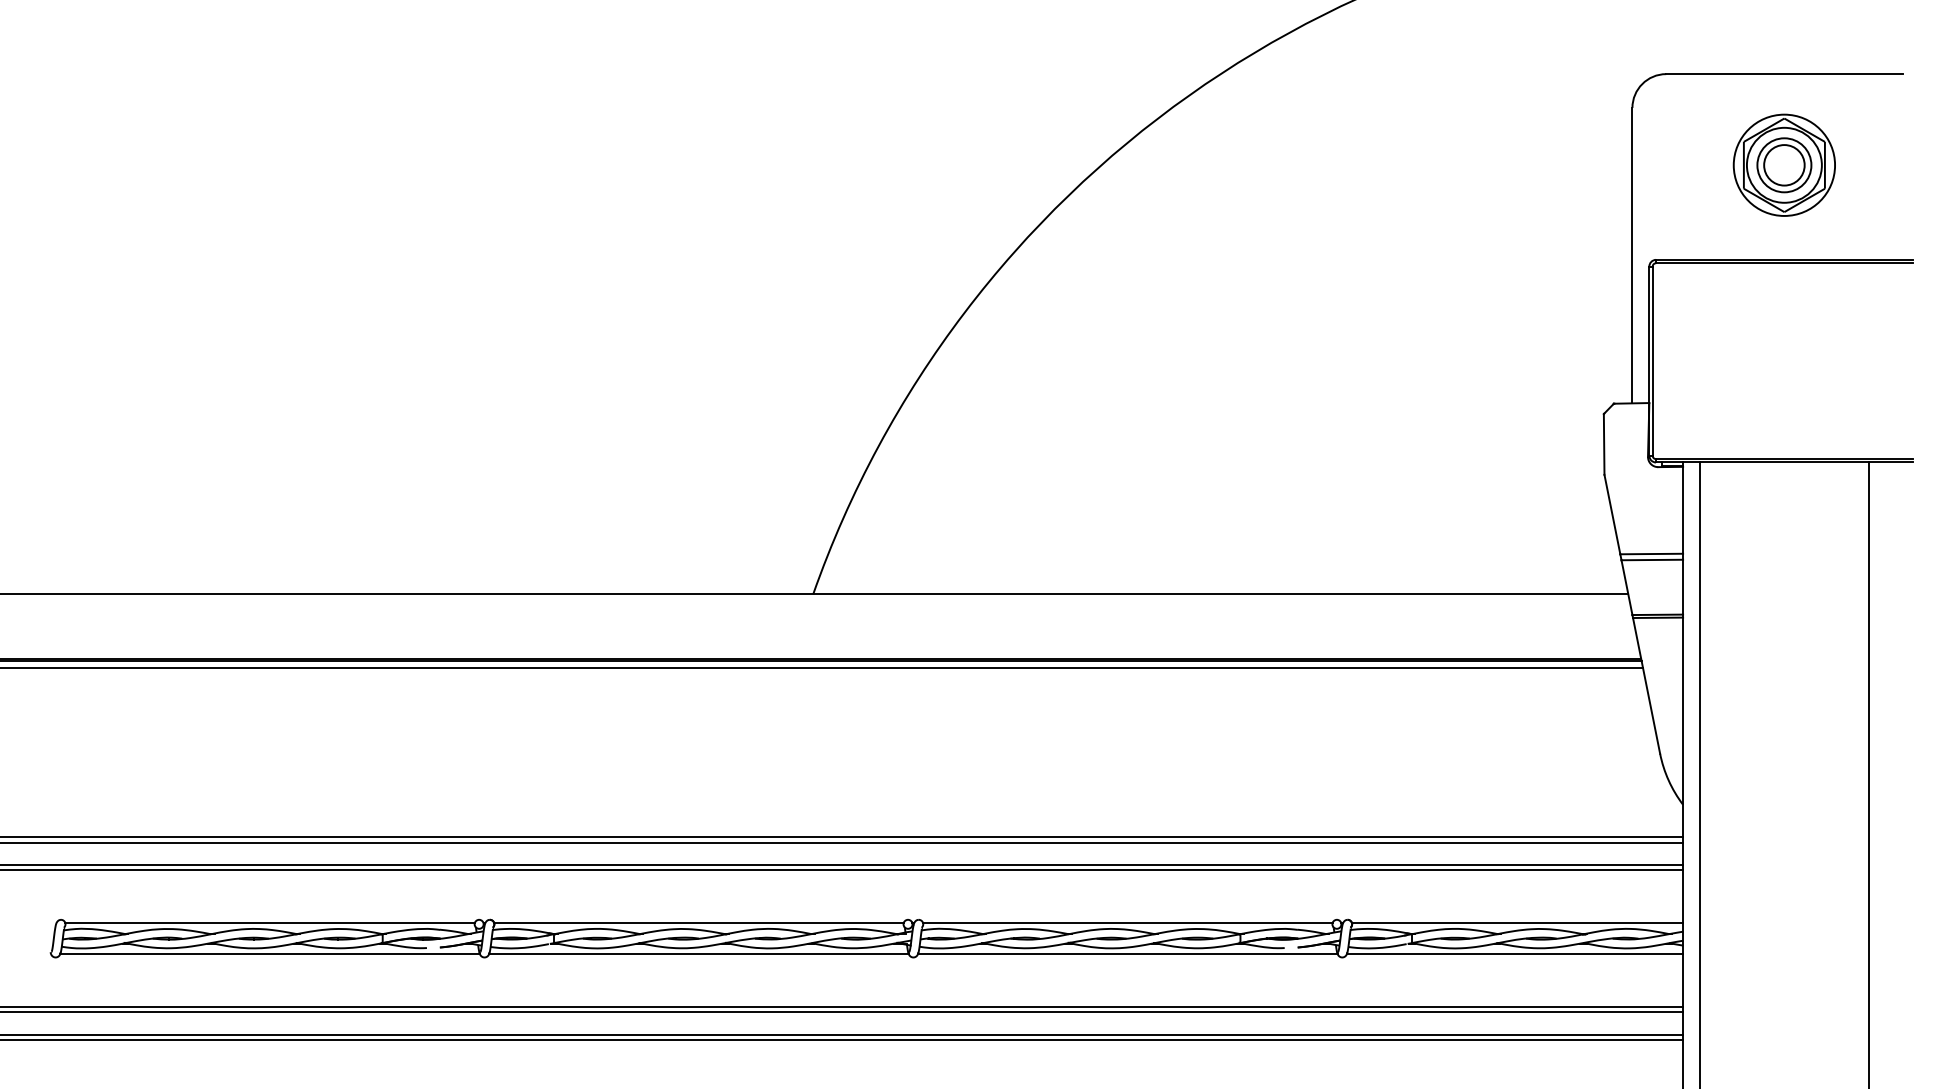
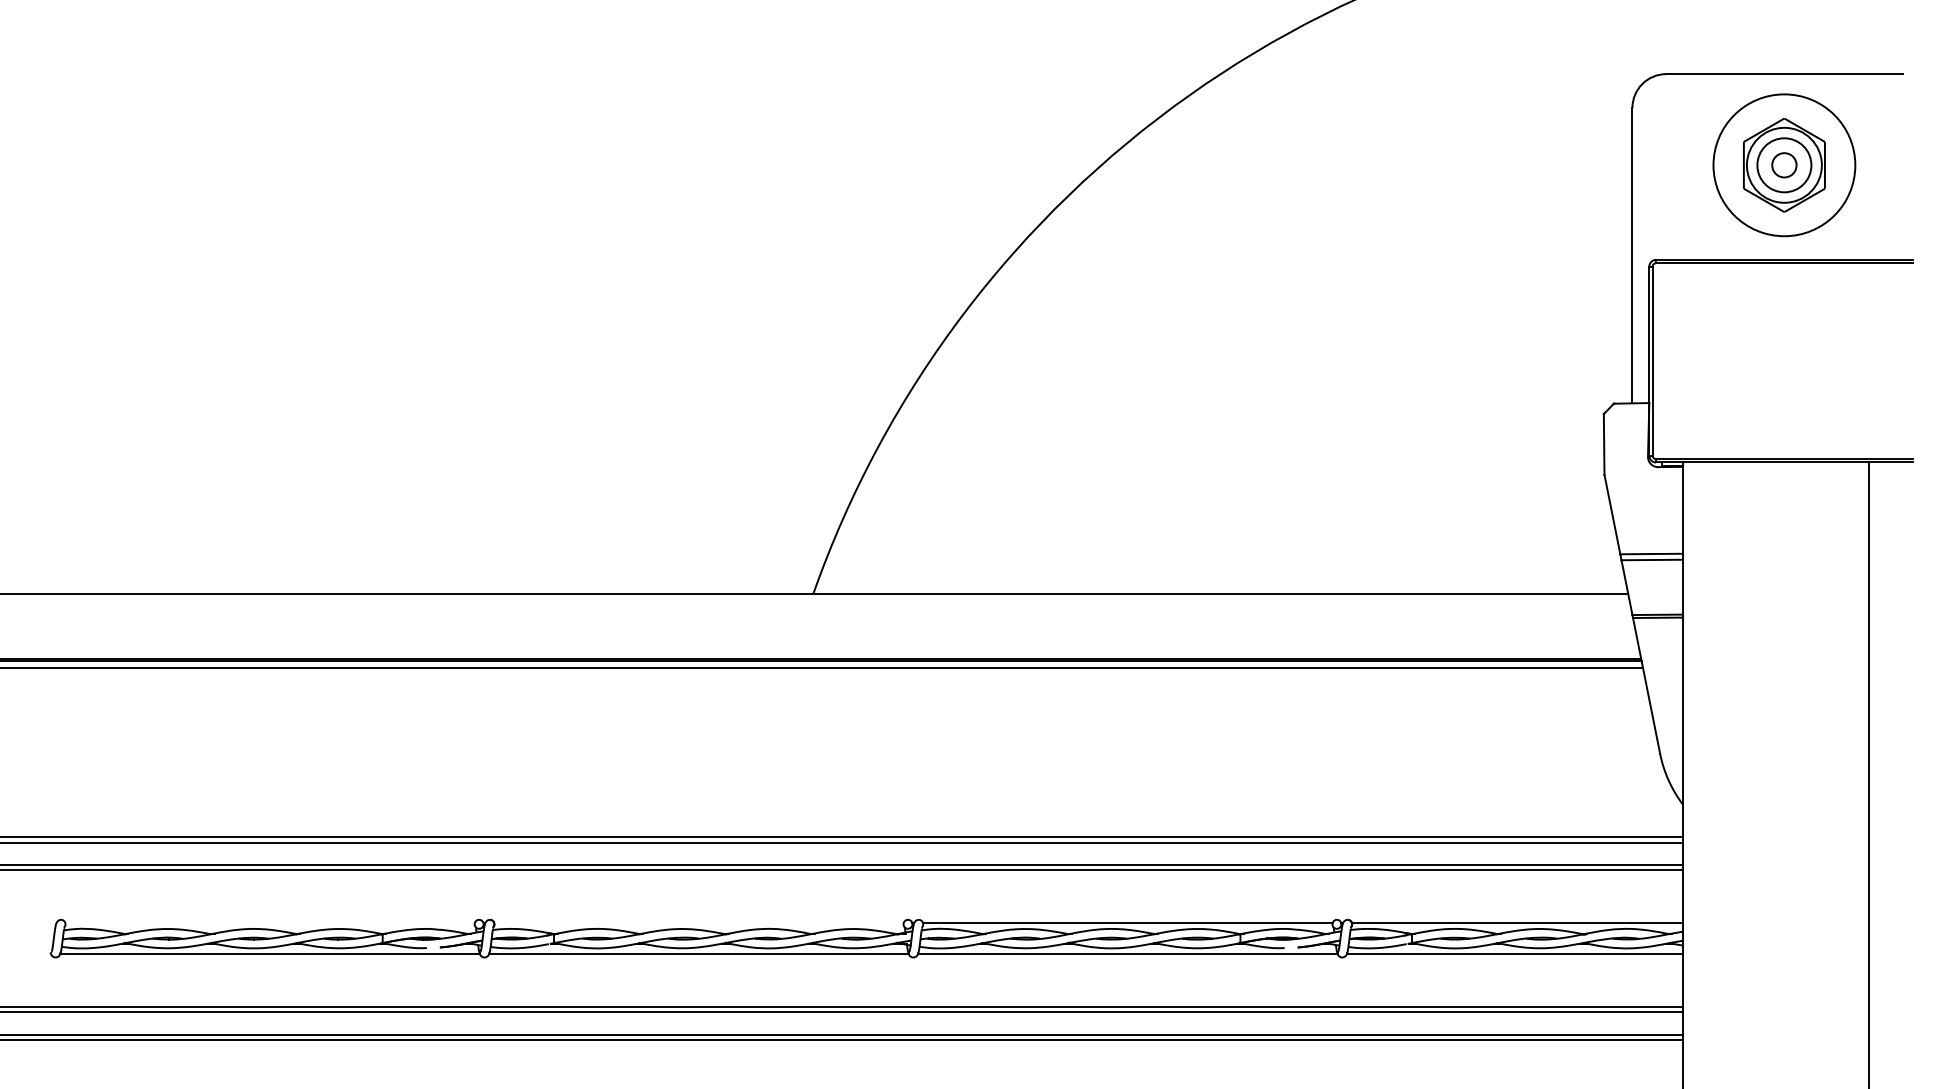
circle at (1784, 164) diameter: 101 px -> 142 px
circle at (1784, 165) diameter: 41 px -> 24 px
line at (1699, 773): present -> none
line at (269, 923): present -> none
line at (698, 923): present -> none
